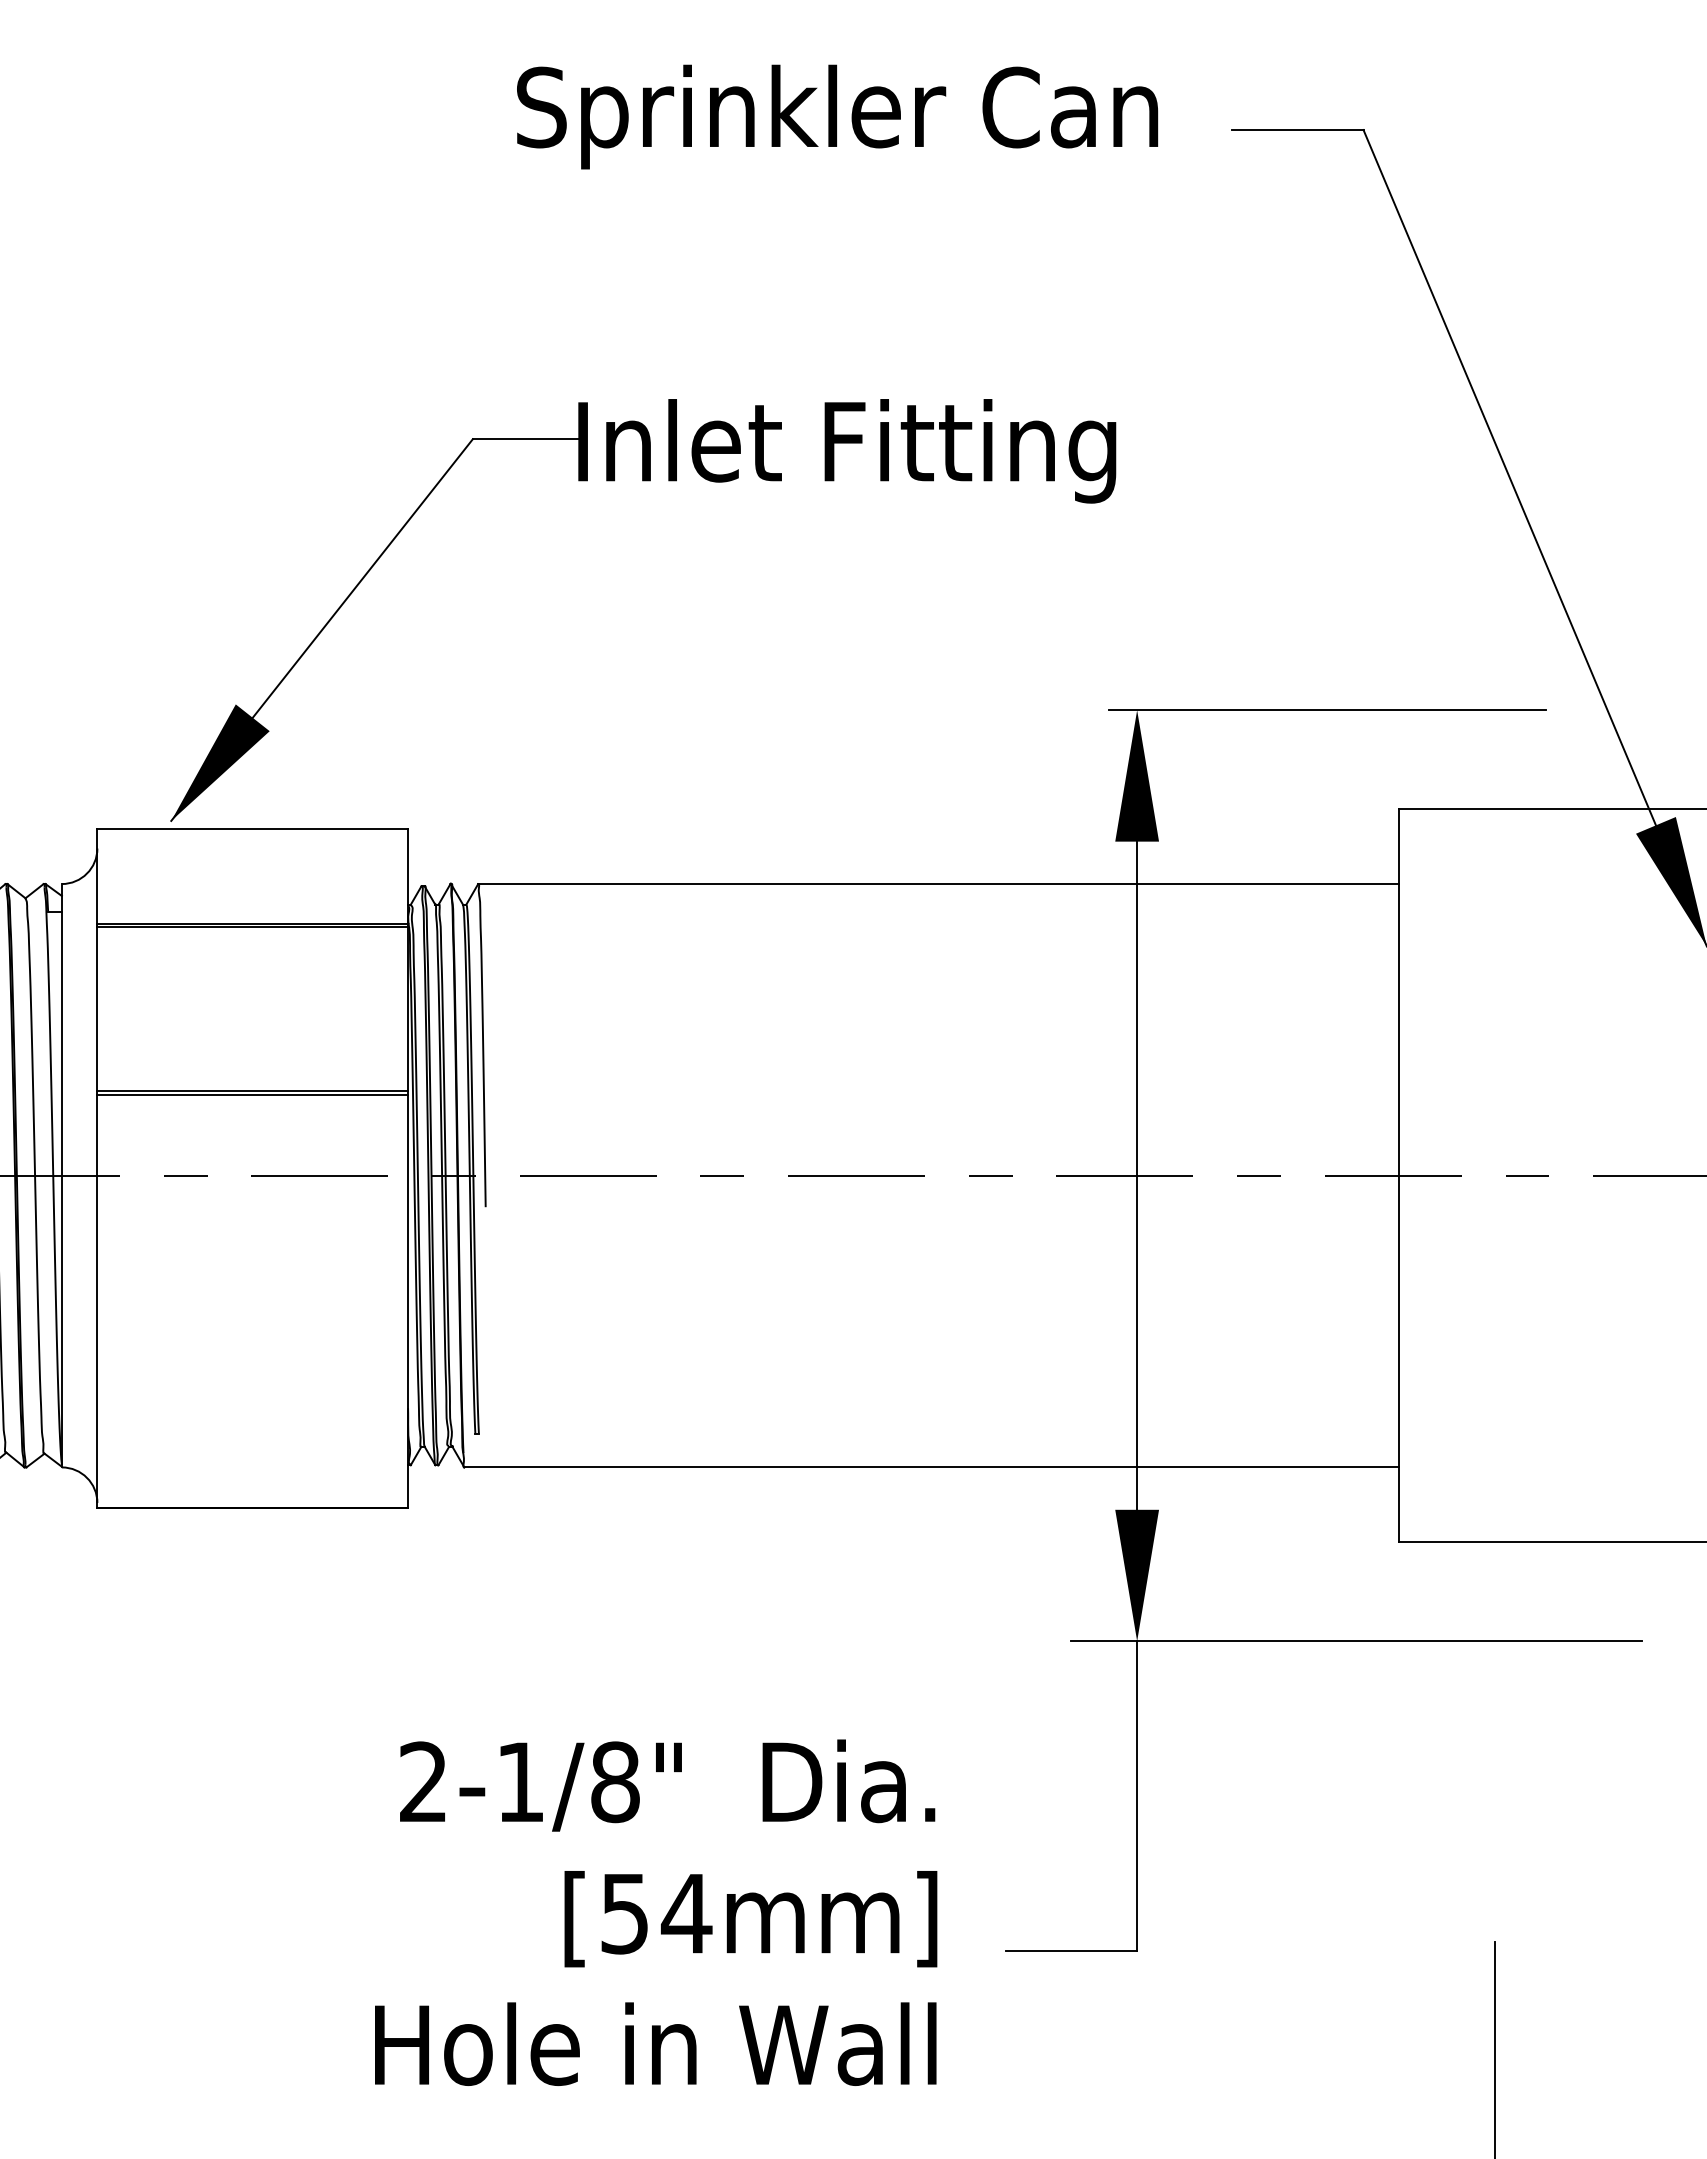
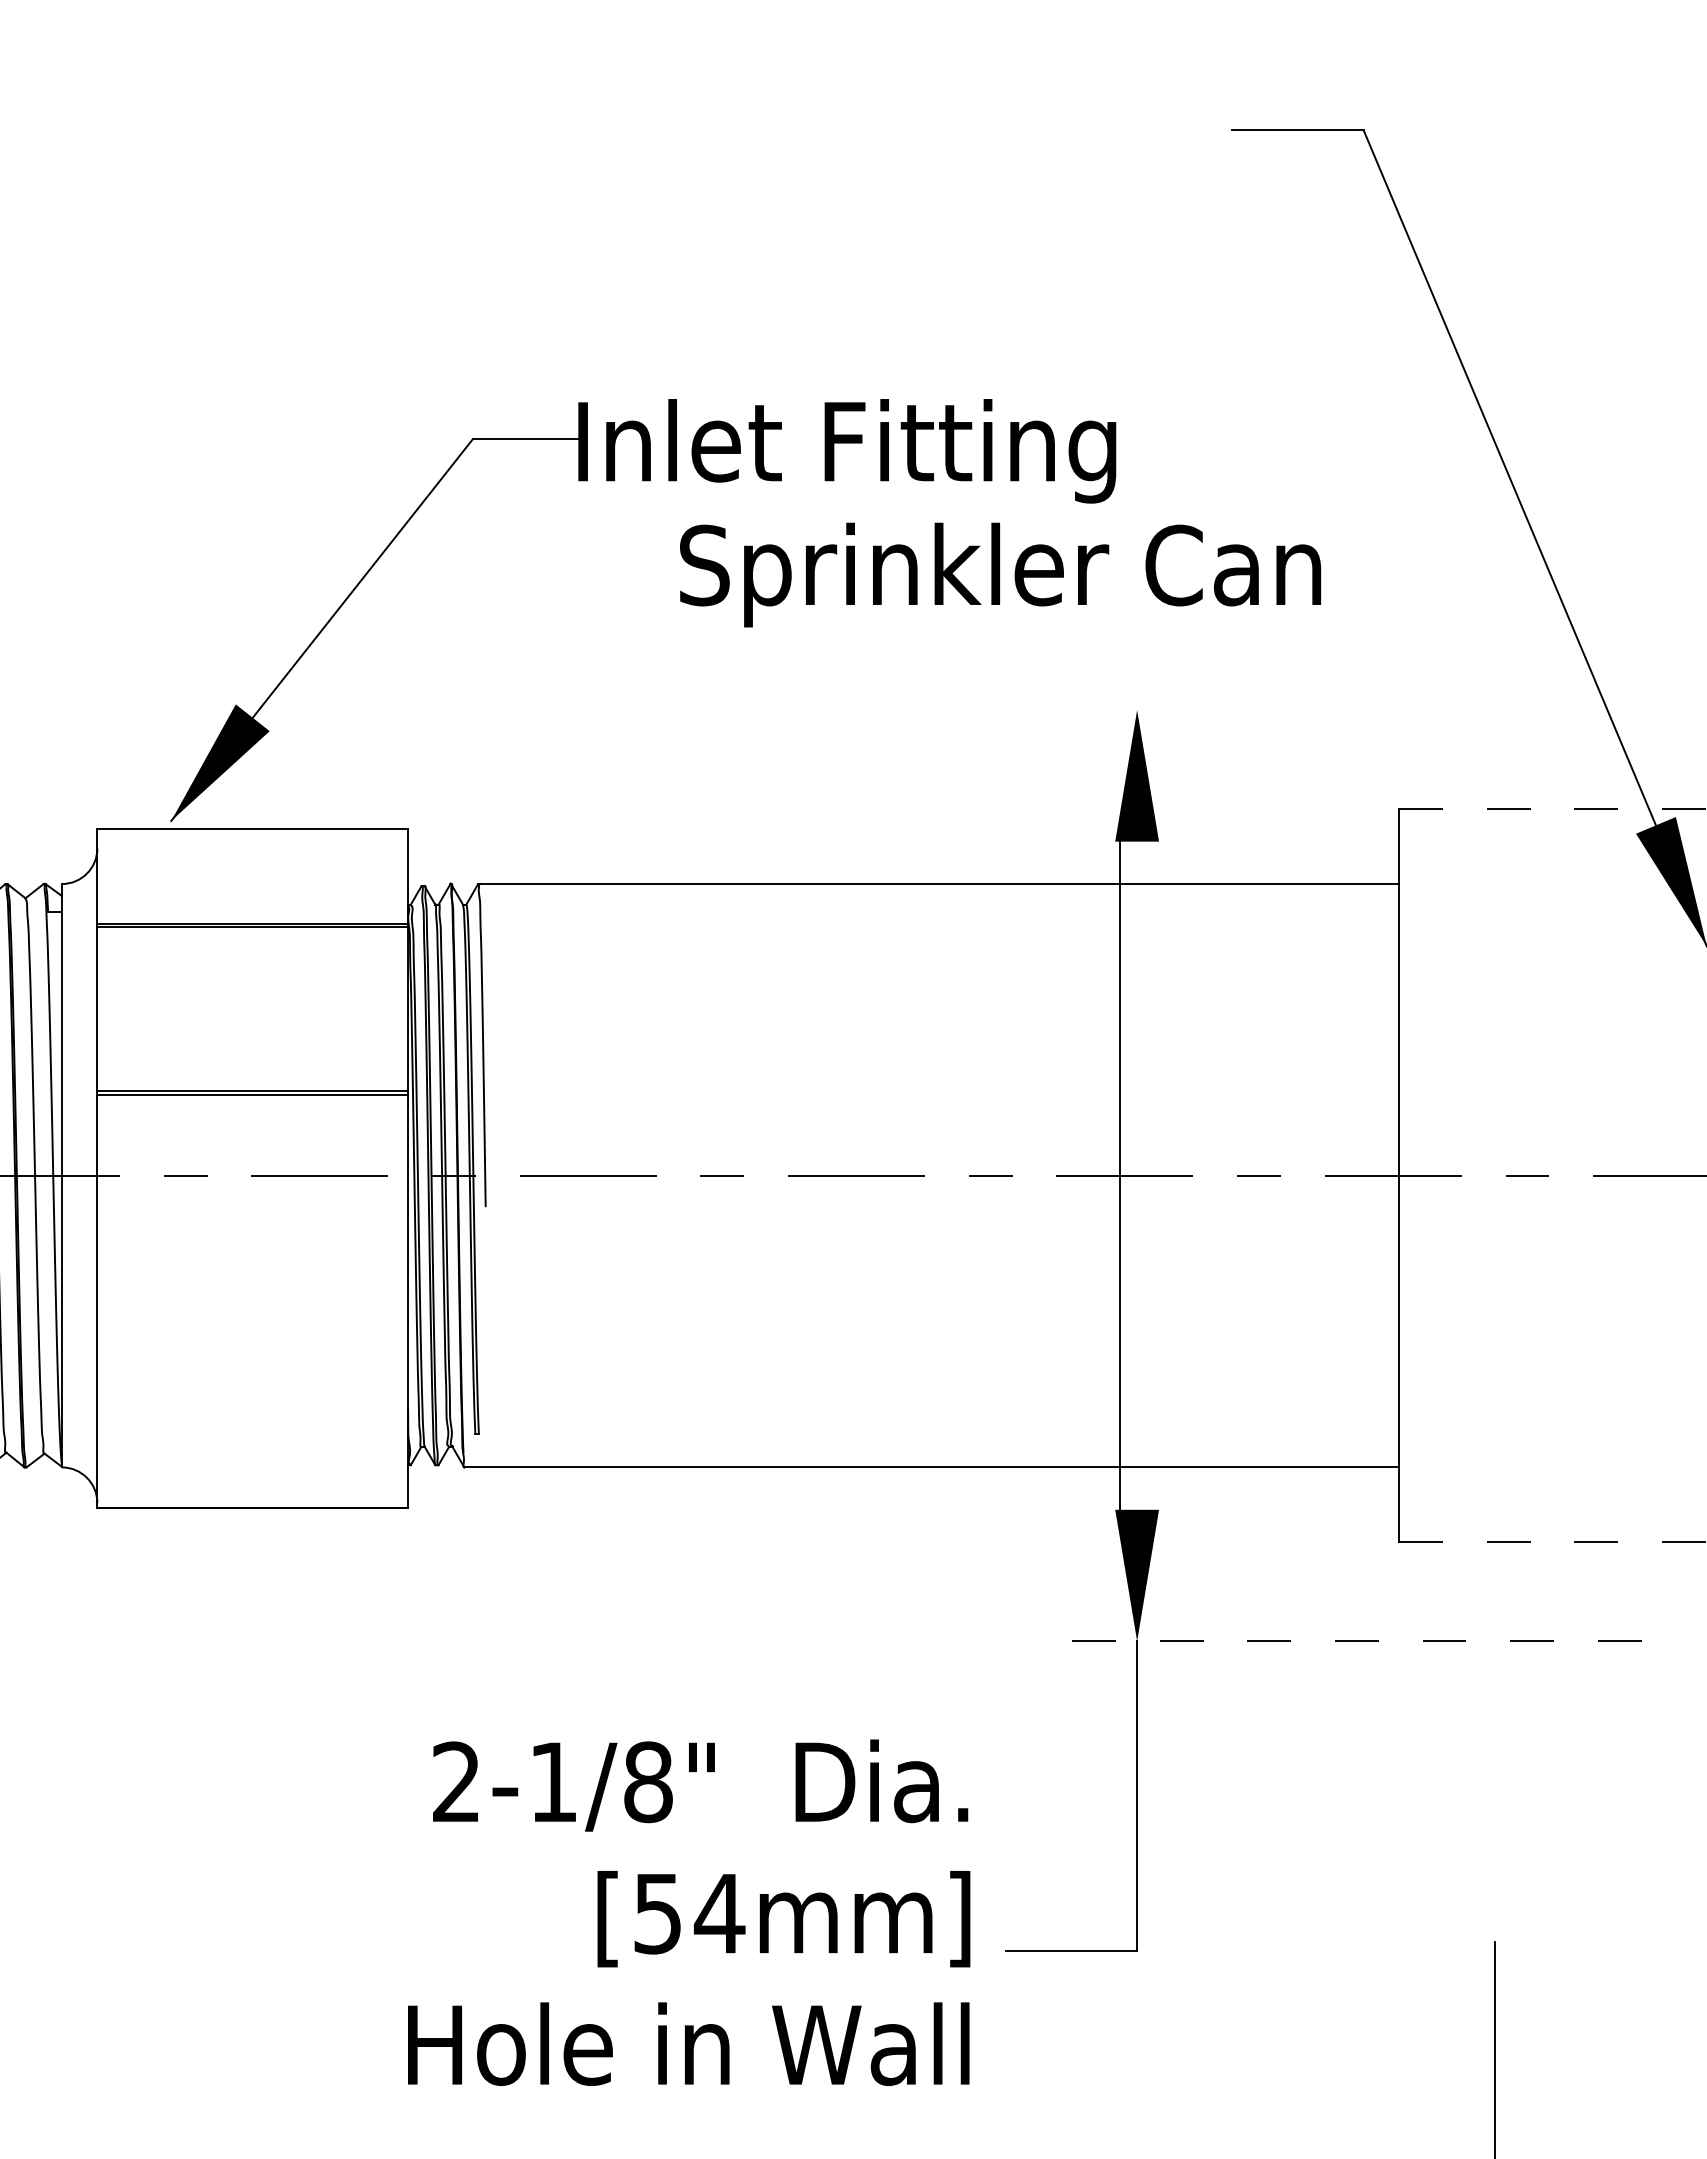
text at (837, 116) position: (837, 116) -> (1000, 574)
line at (1327, 710): present -> none
line at (1553, 809): solid -> dashed
line at (1137, 1175) position: (1137, 1175) -> (1120, 1175)
line at (1553, 1542): solid -> dashed
line at (1356, 1641): solid -> dashed
text at (656, 1912) position: (656, 1912) -> (689, 1912)
